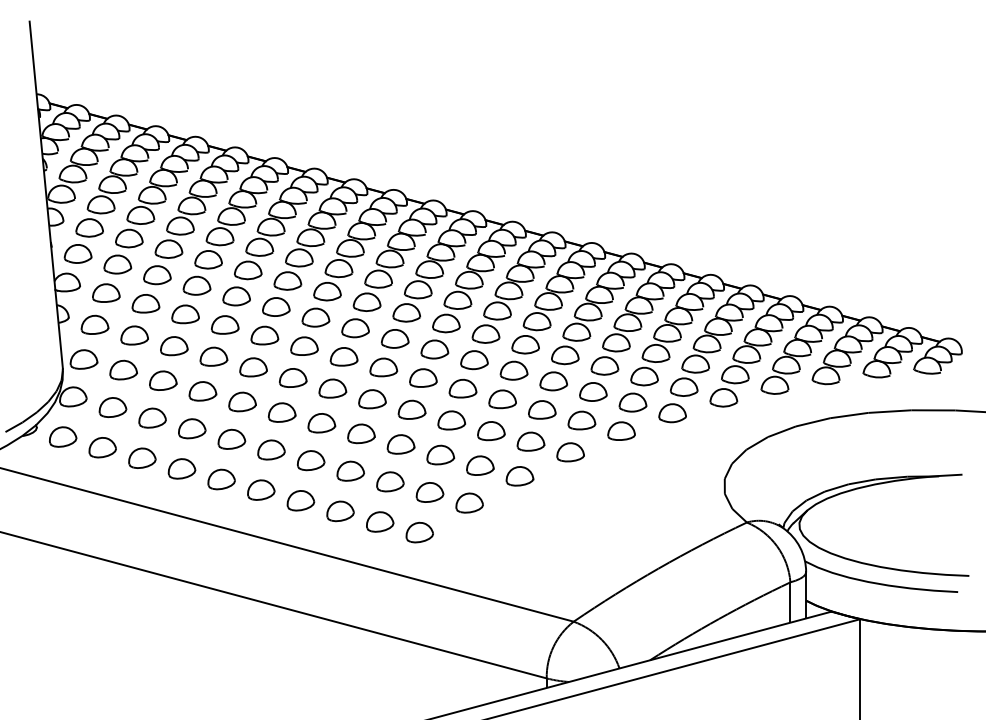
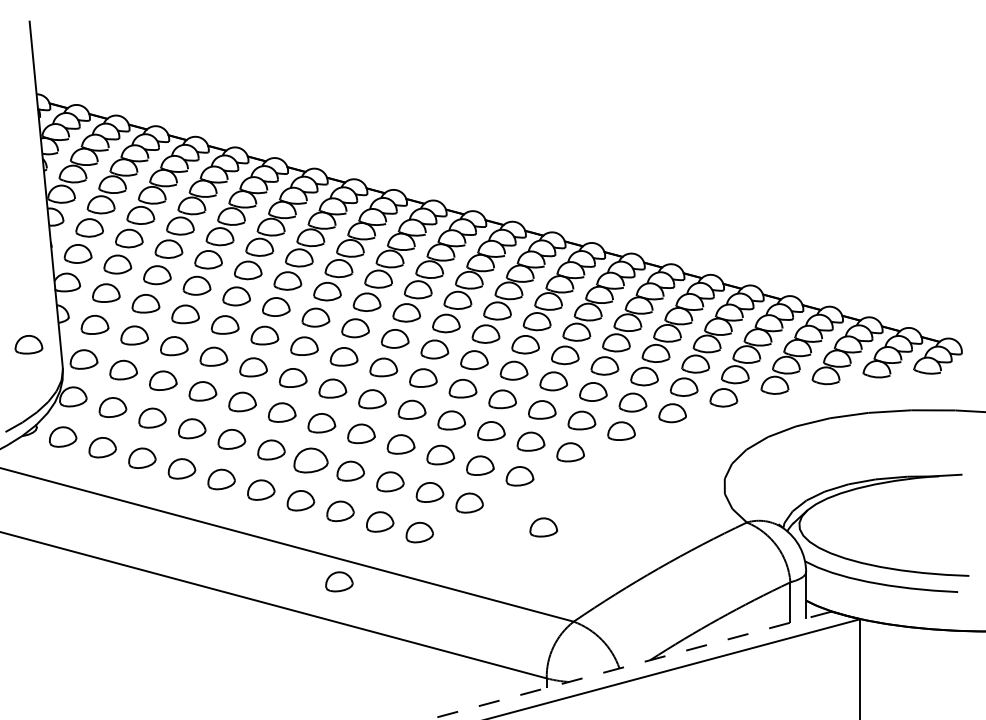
part at (28, 344): none -> present
part at (311, 460) size: 29x22 px -> 36x27 px
part at (543, 527): none -> present
part at (339, 581): none -> present
line at (629, 665): solid -> dashed
